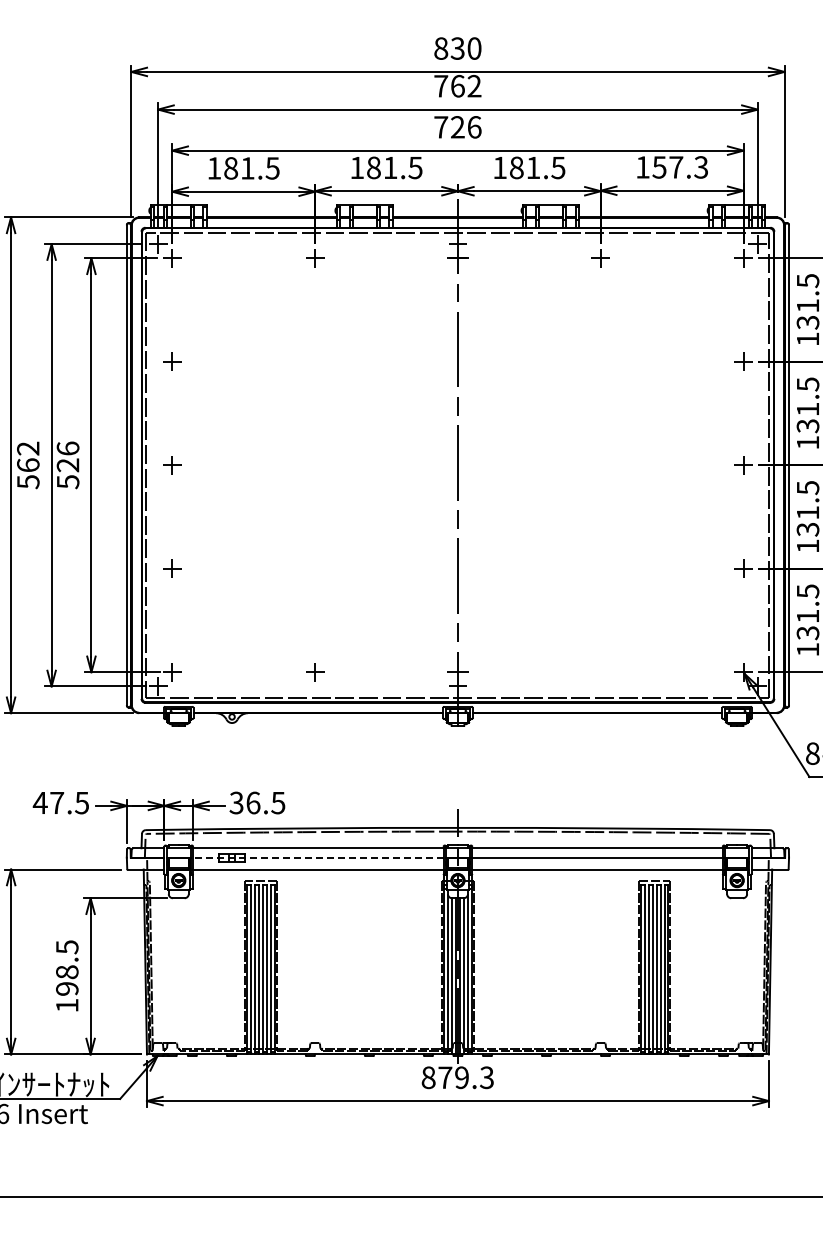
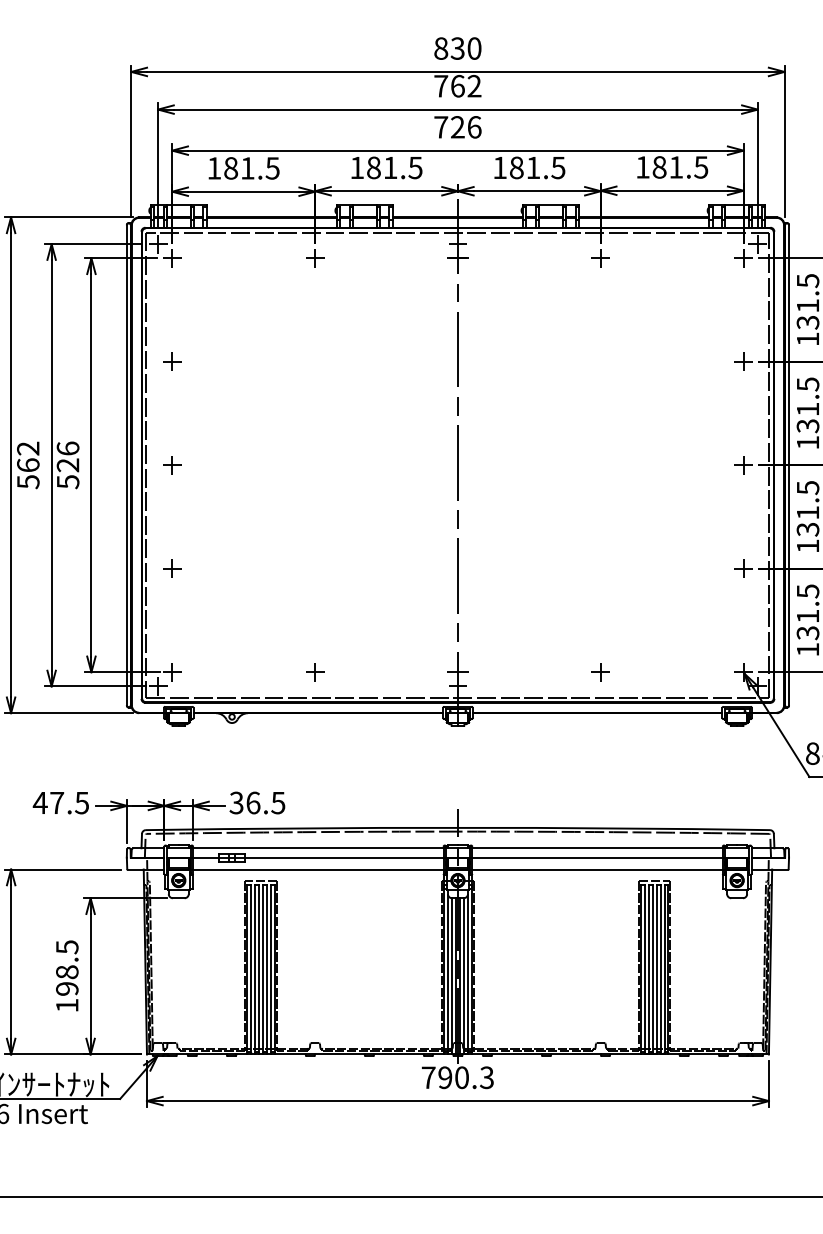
text at (680, 167): 157.3 -> 181.5
part at (600, 672): none -> present
line at (317, 857): dashed -> solid
text at (444, 1077): 879.3 -> 790.3
